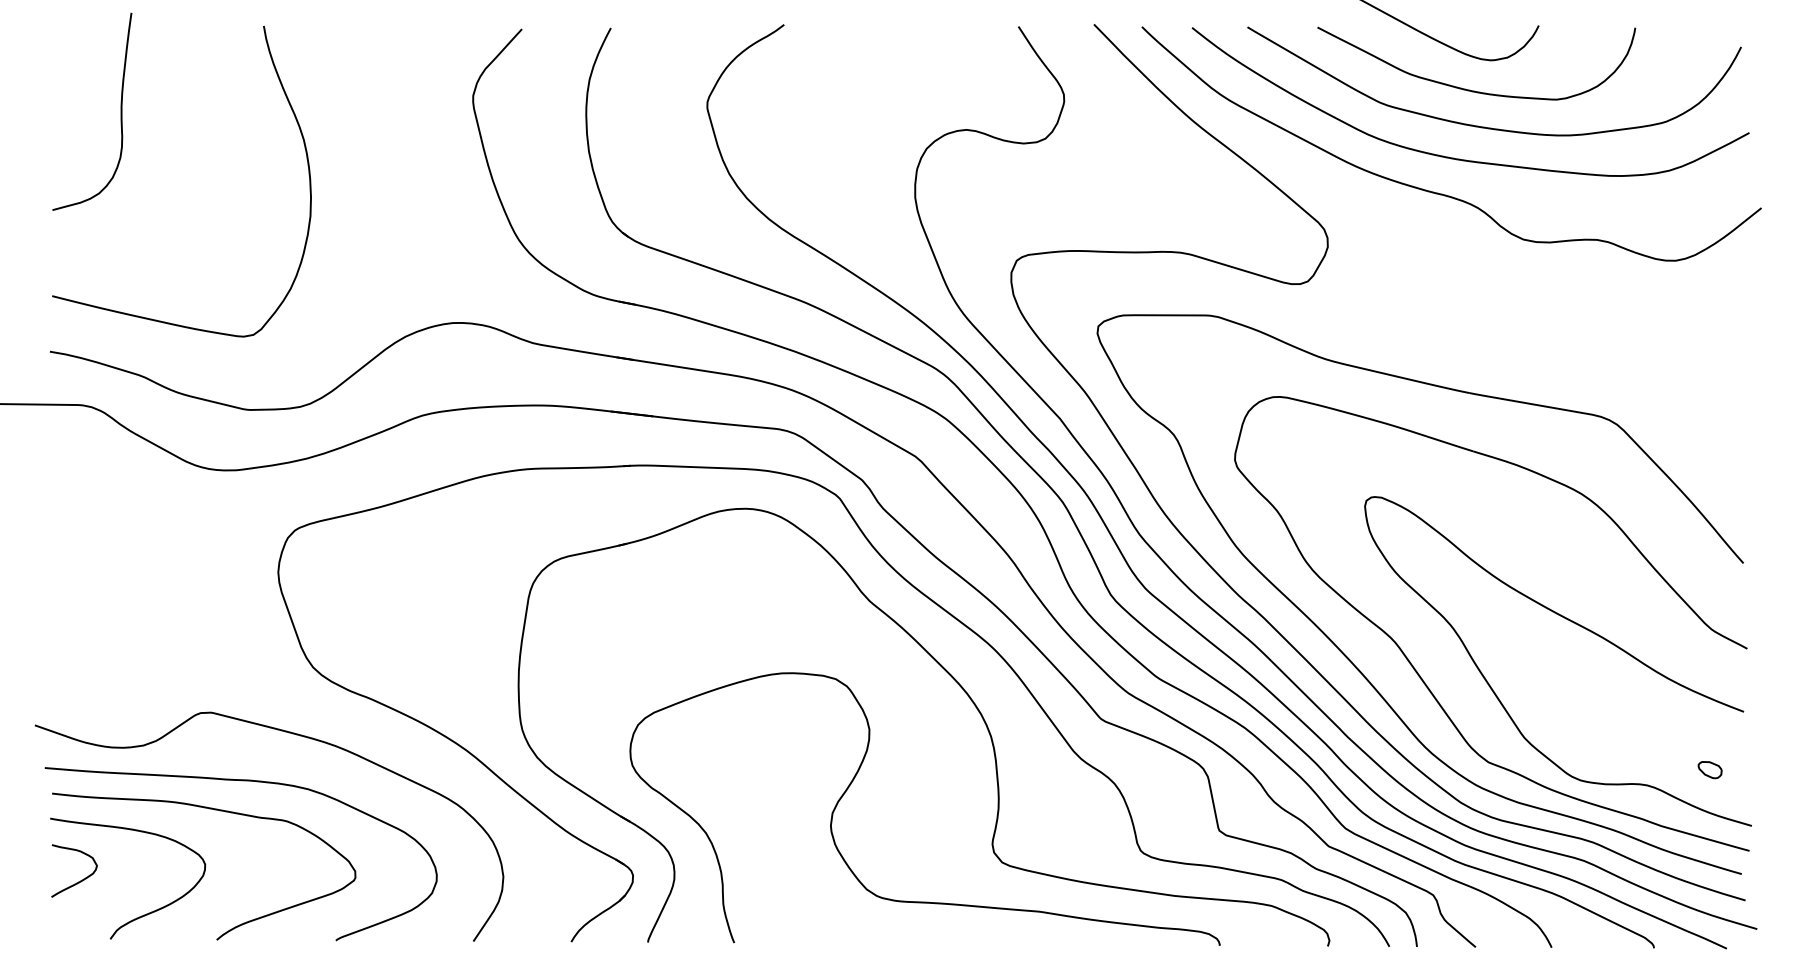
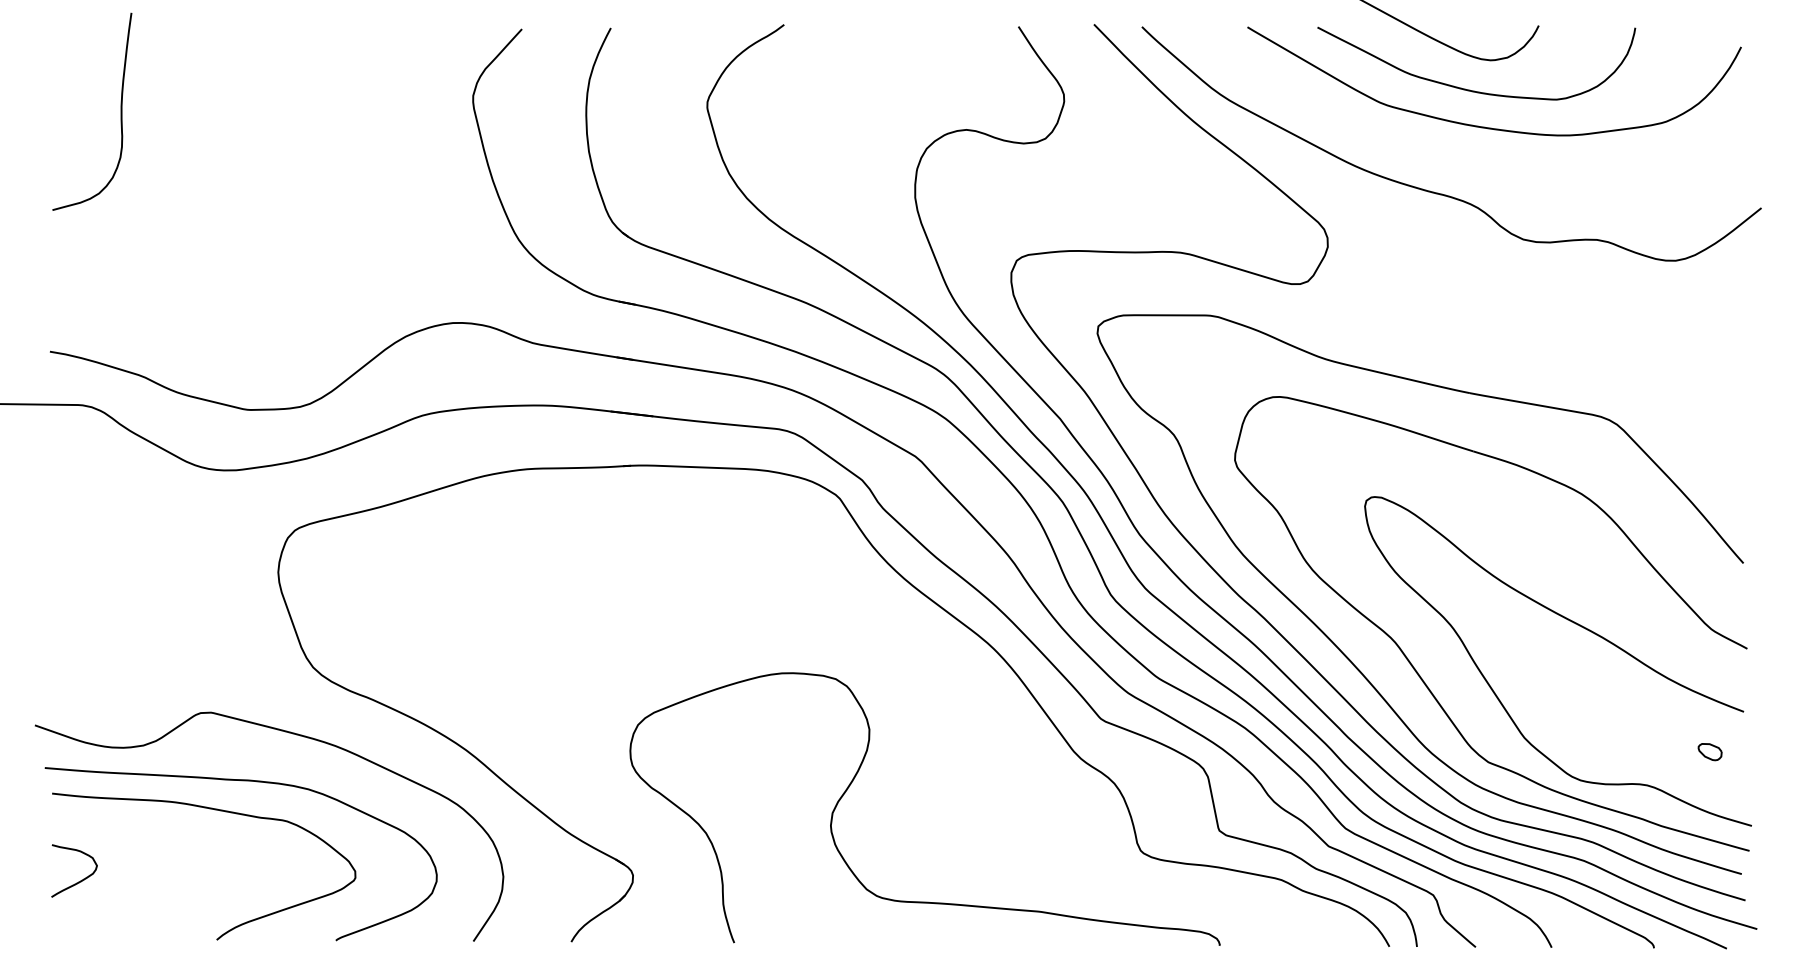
curve at (1459, 158): present -> none
curve at (306, 159): present -> none
part at (964, 692): present -> none
part at (1709, 770) position: (1709, 770) -> (1709, 752)
curve at (141, 915): present -> none
